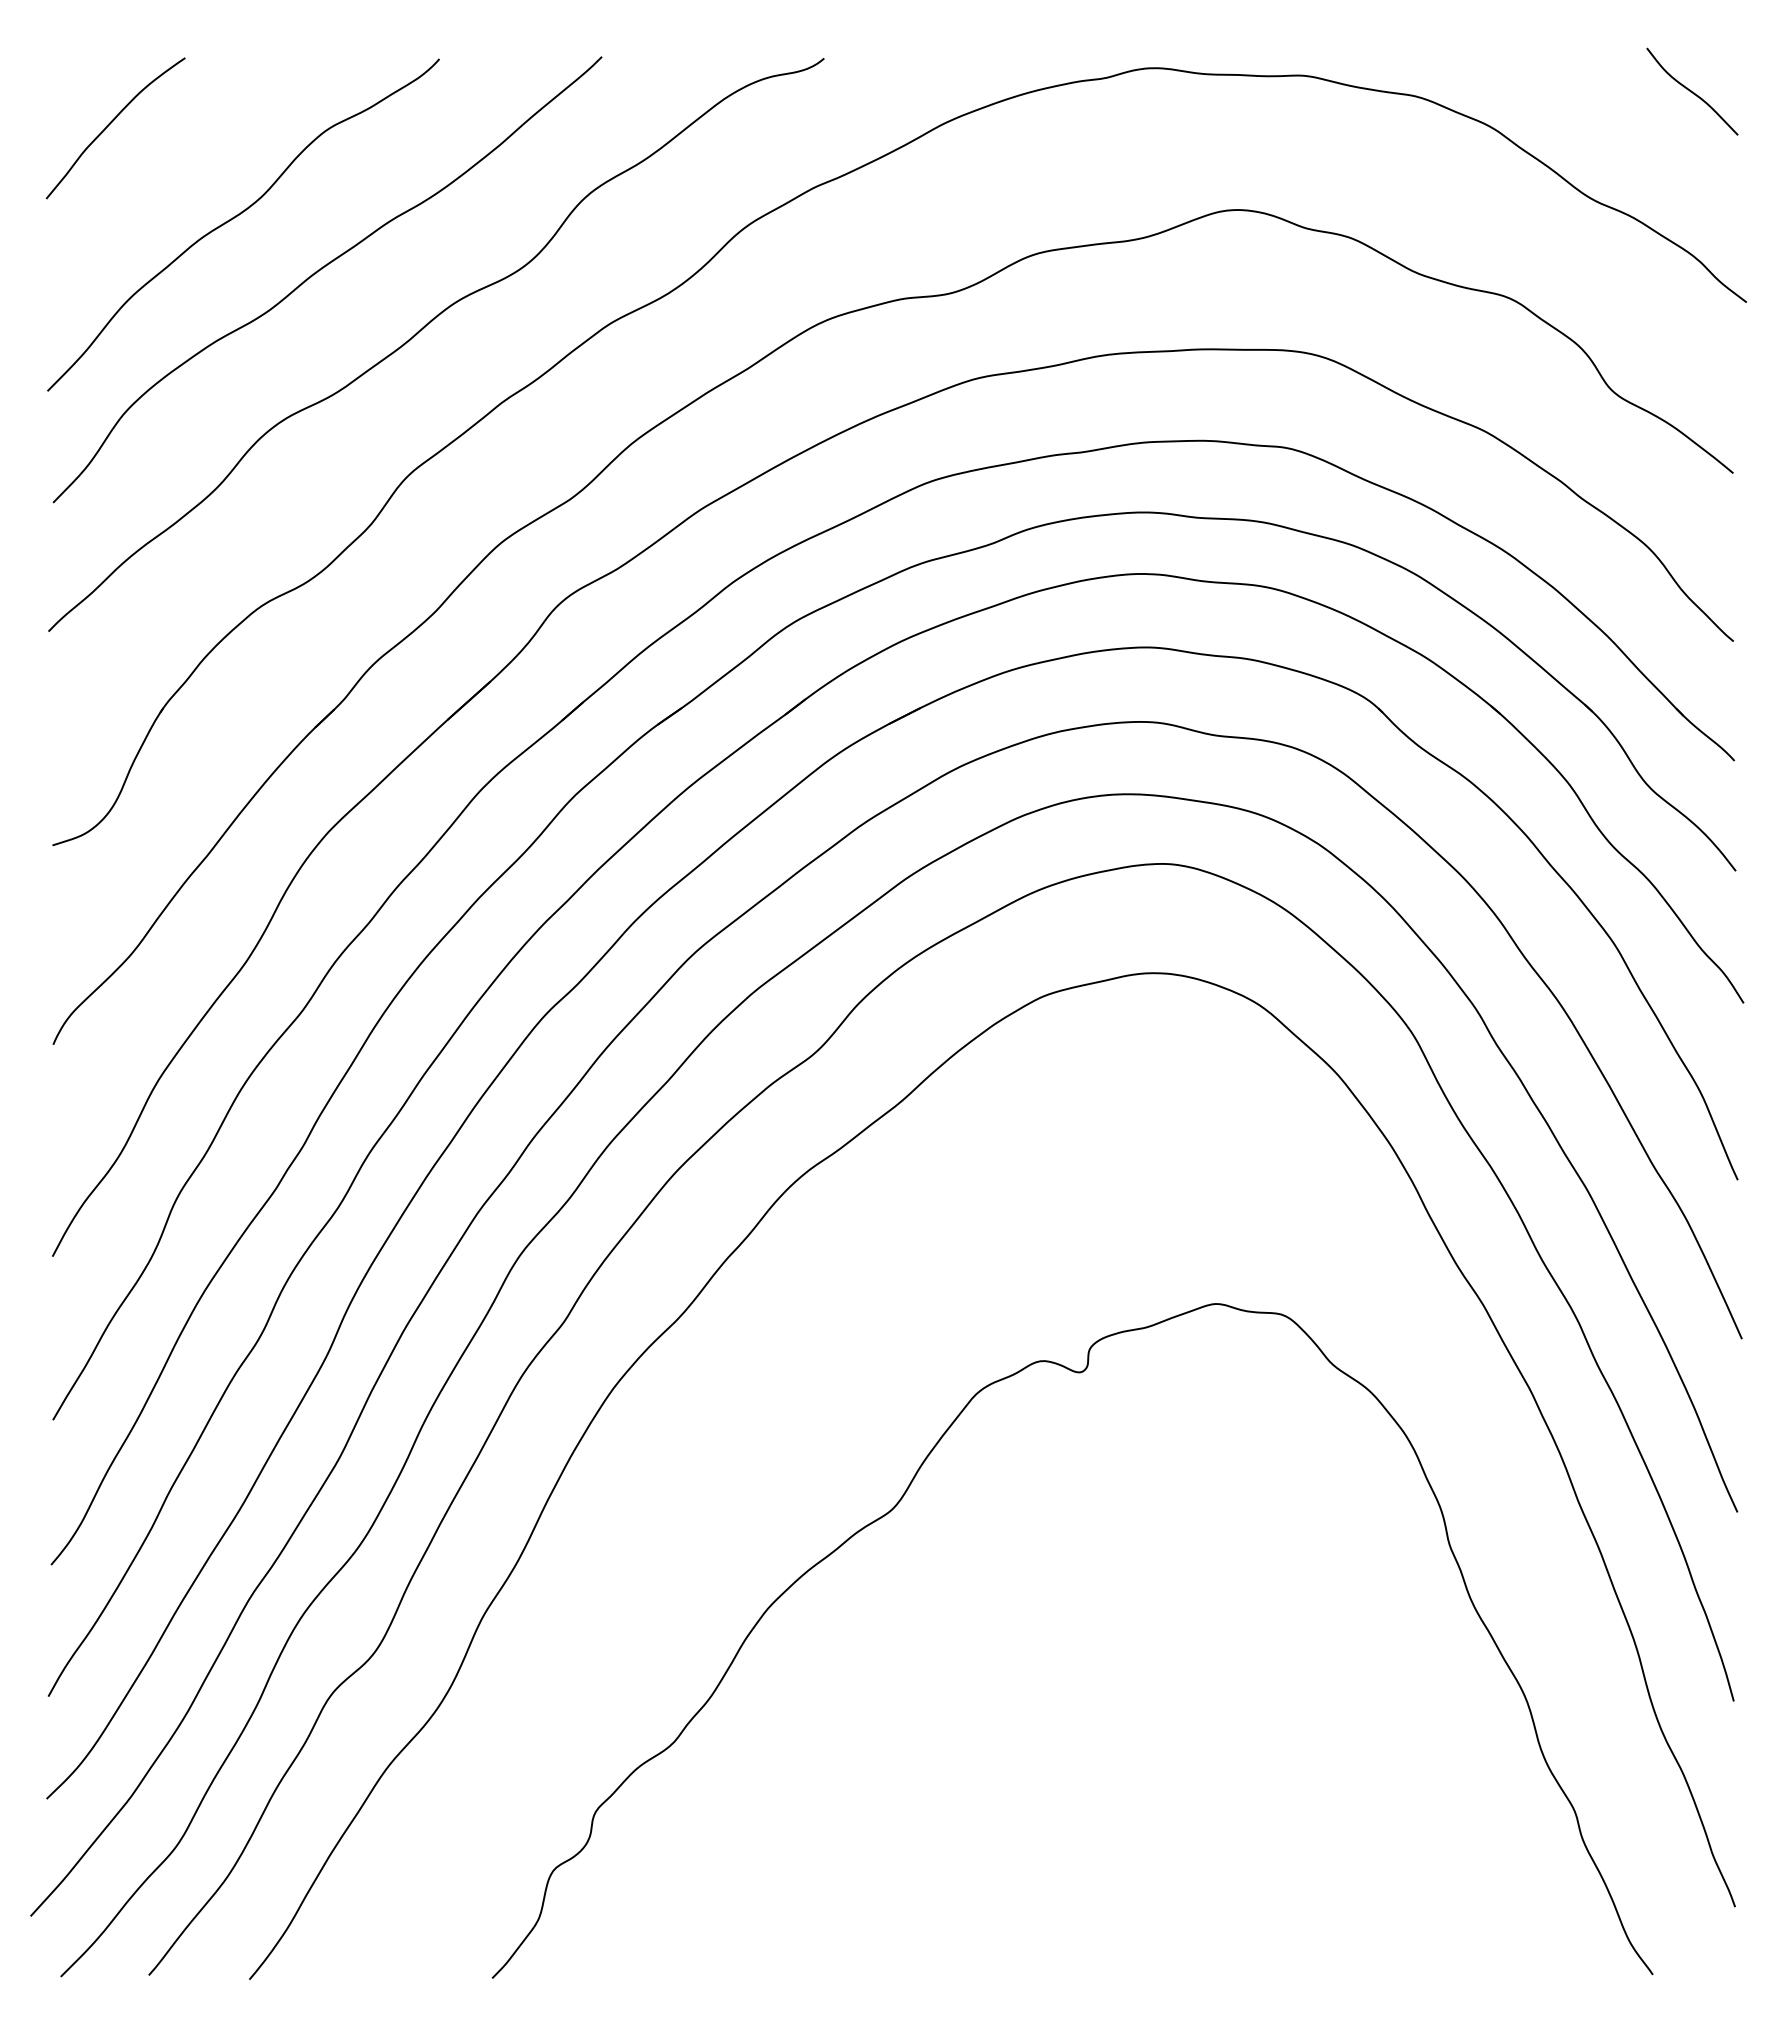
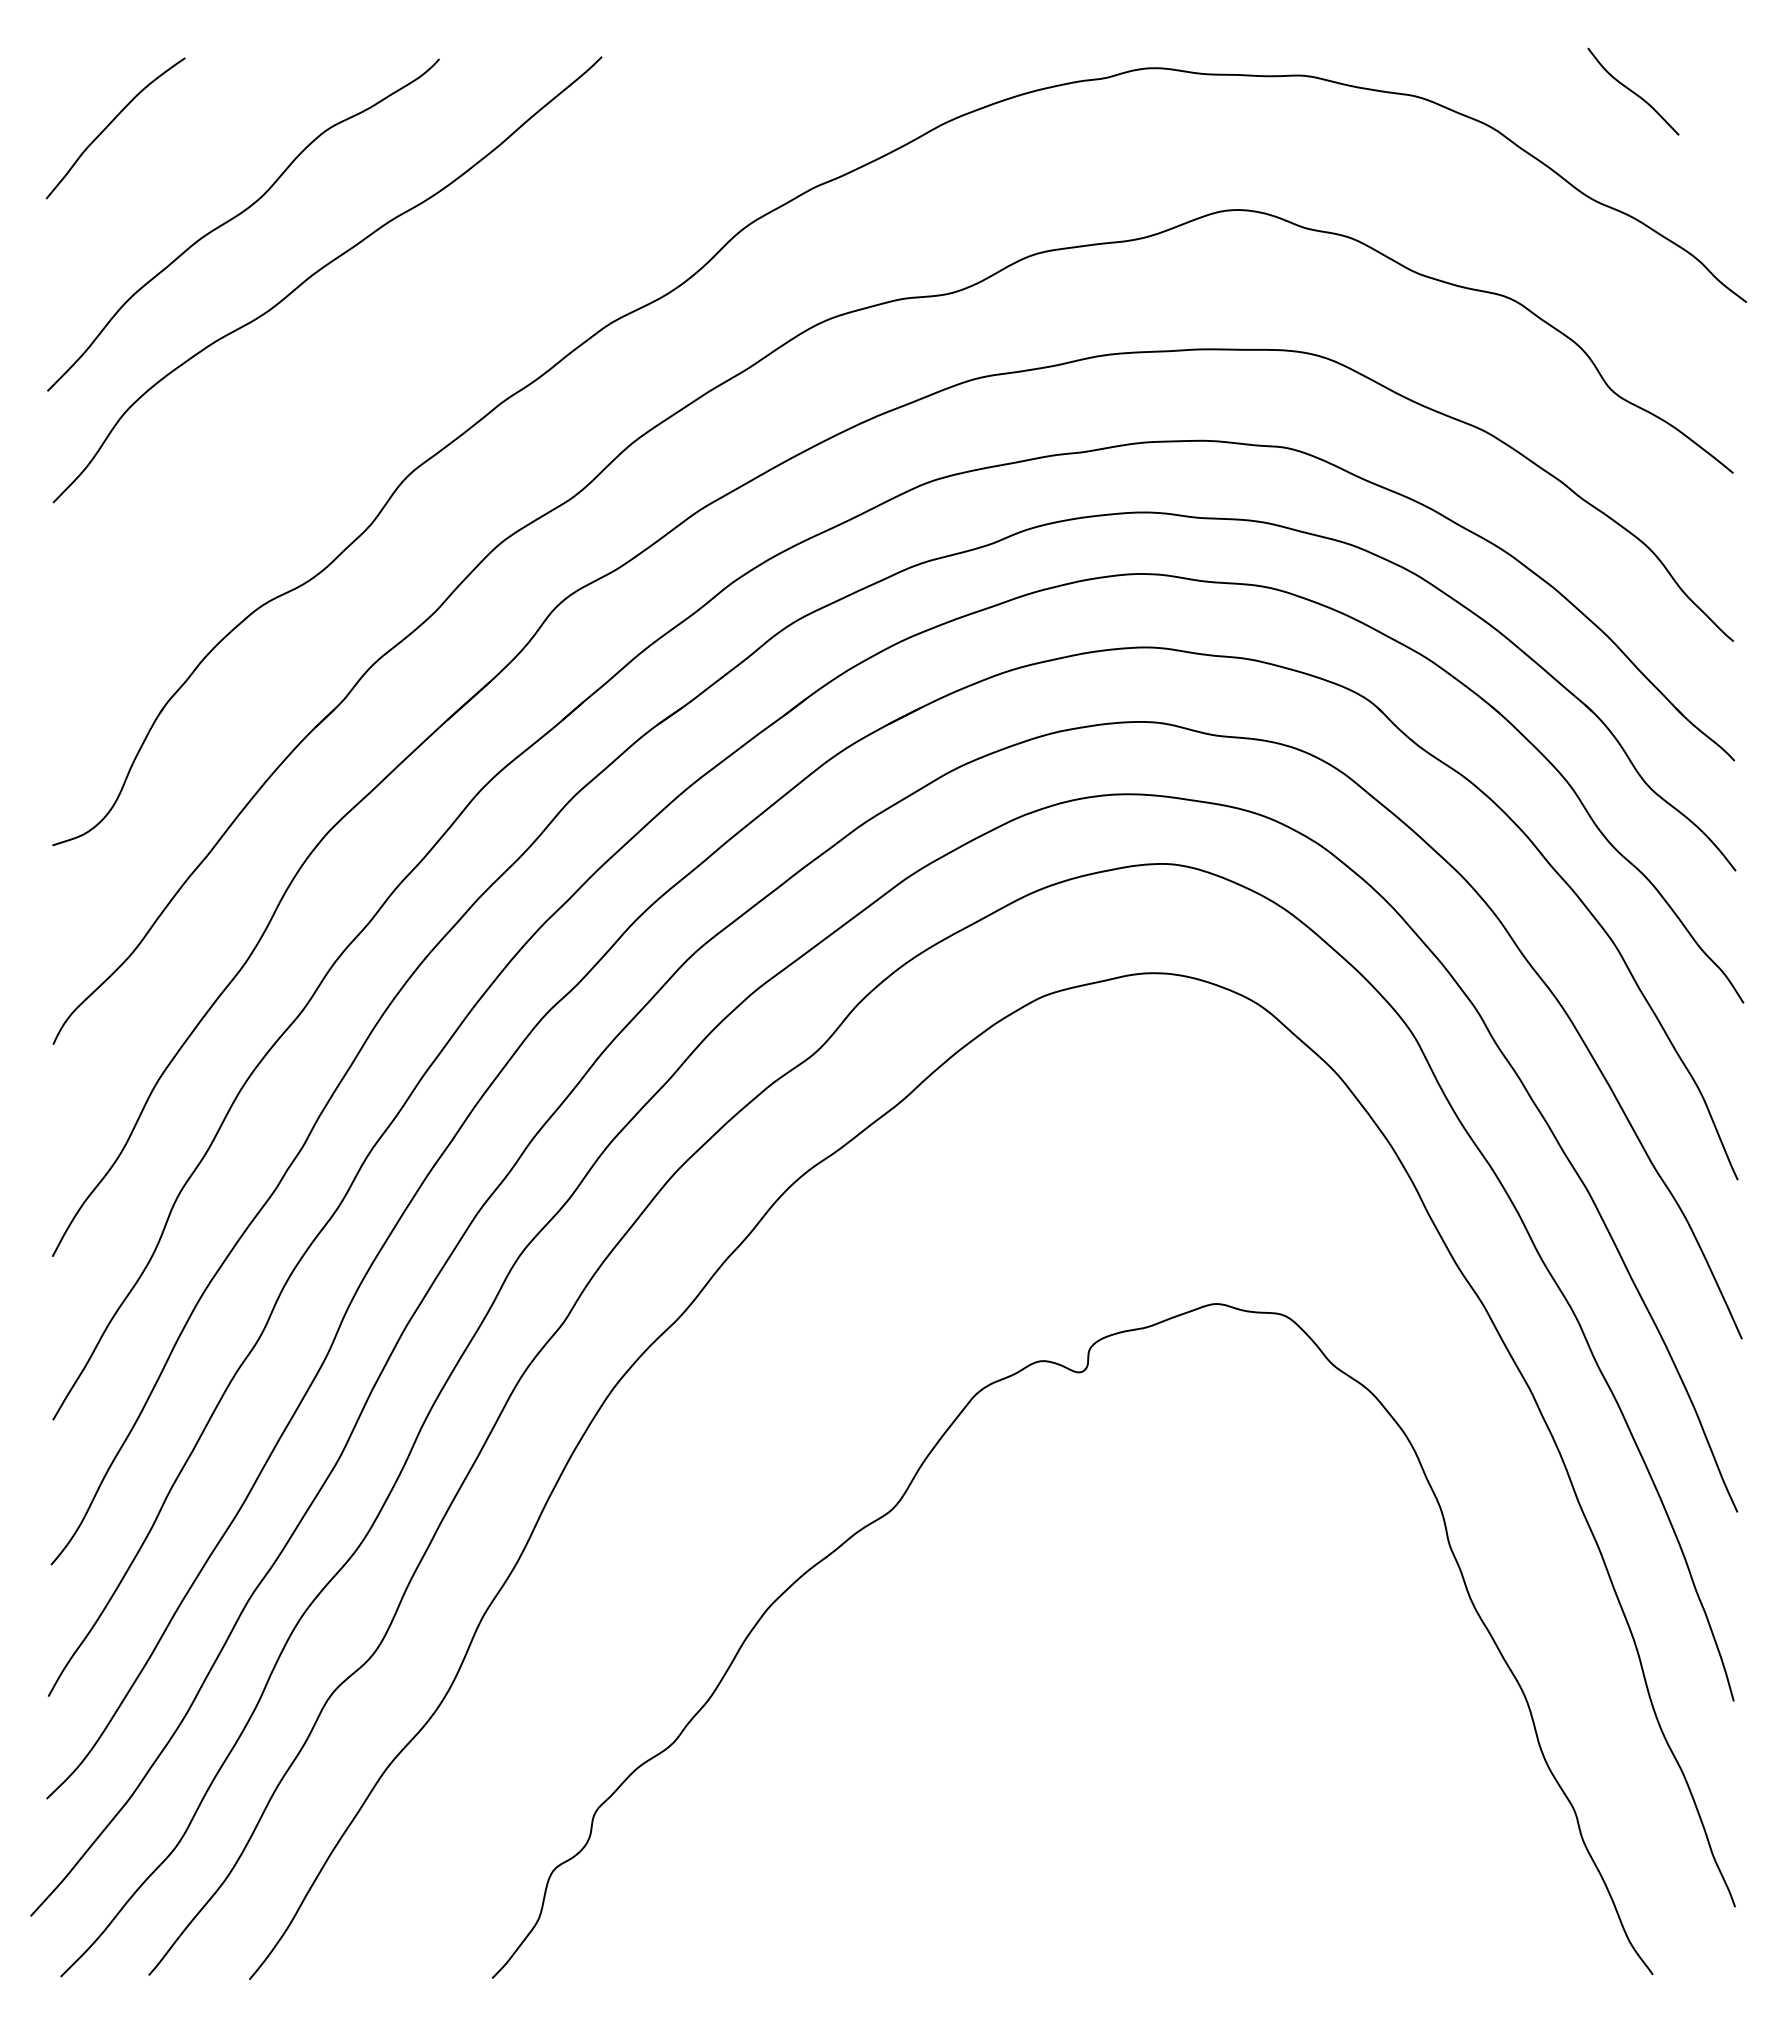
curve at (1692, 91) position: (1692, 91) -> (1633, 91)
curve at (423, 329): present -> none
